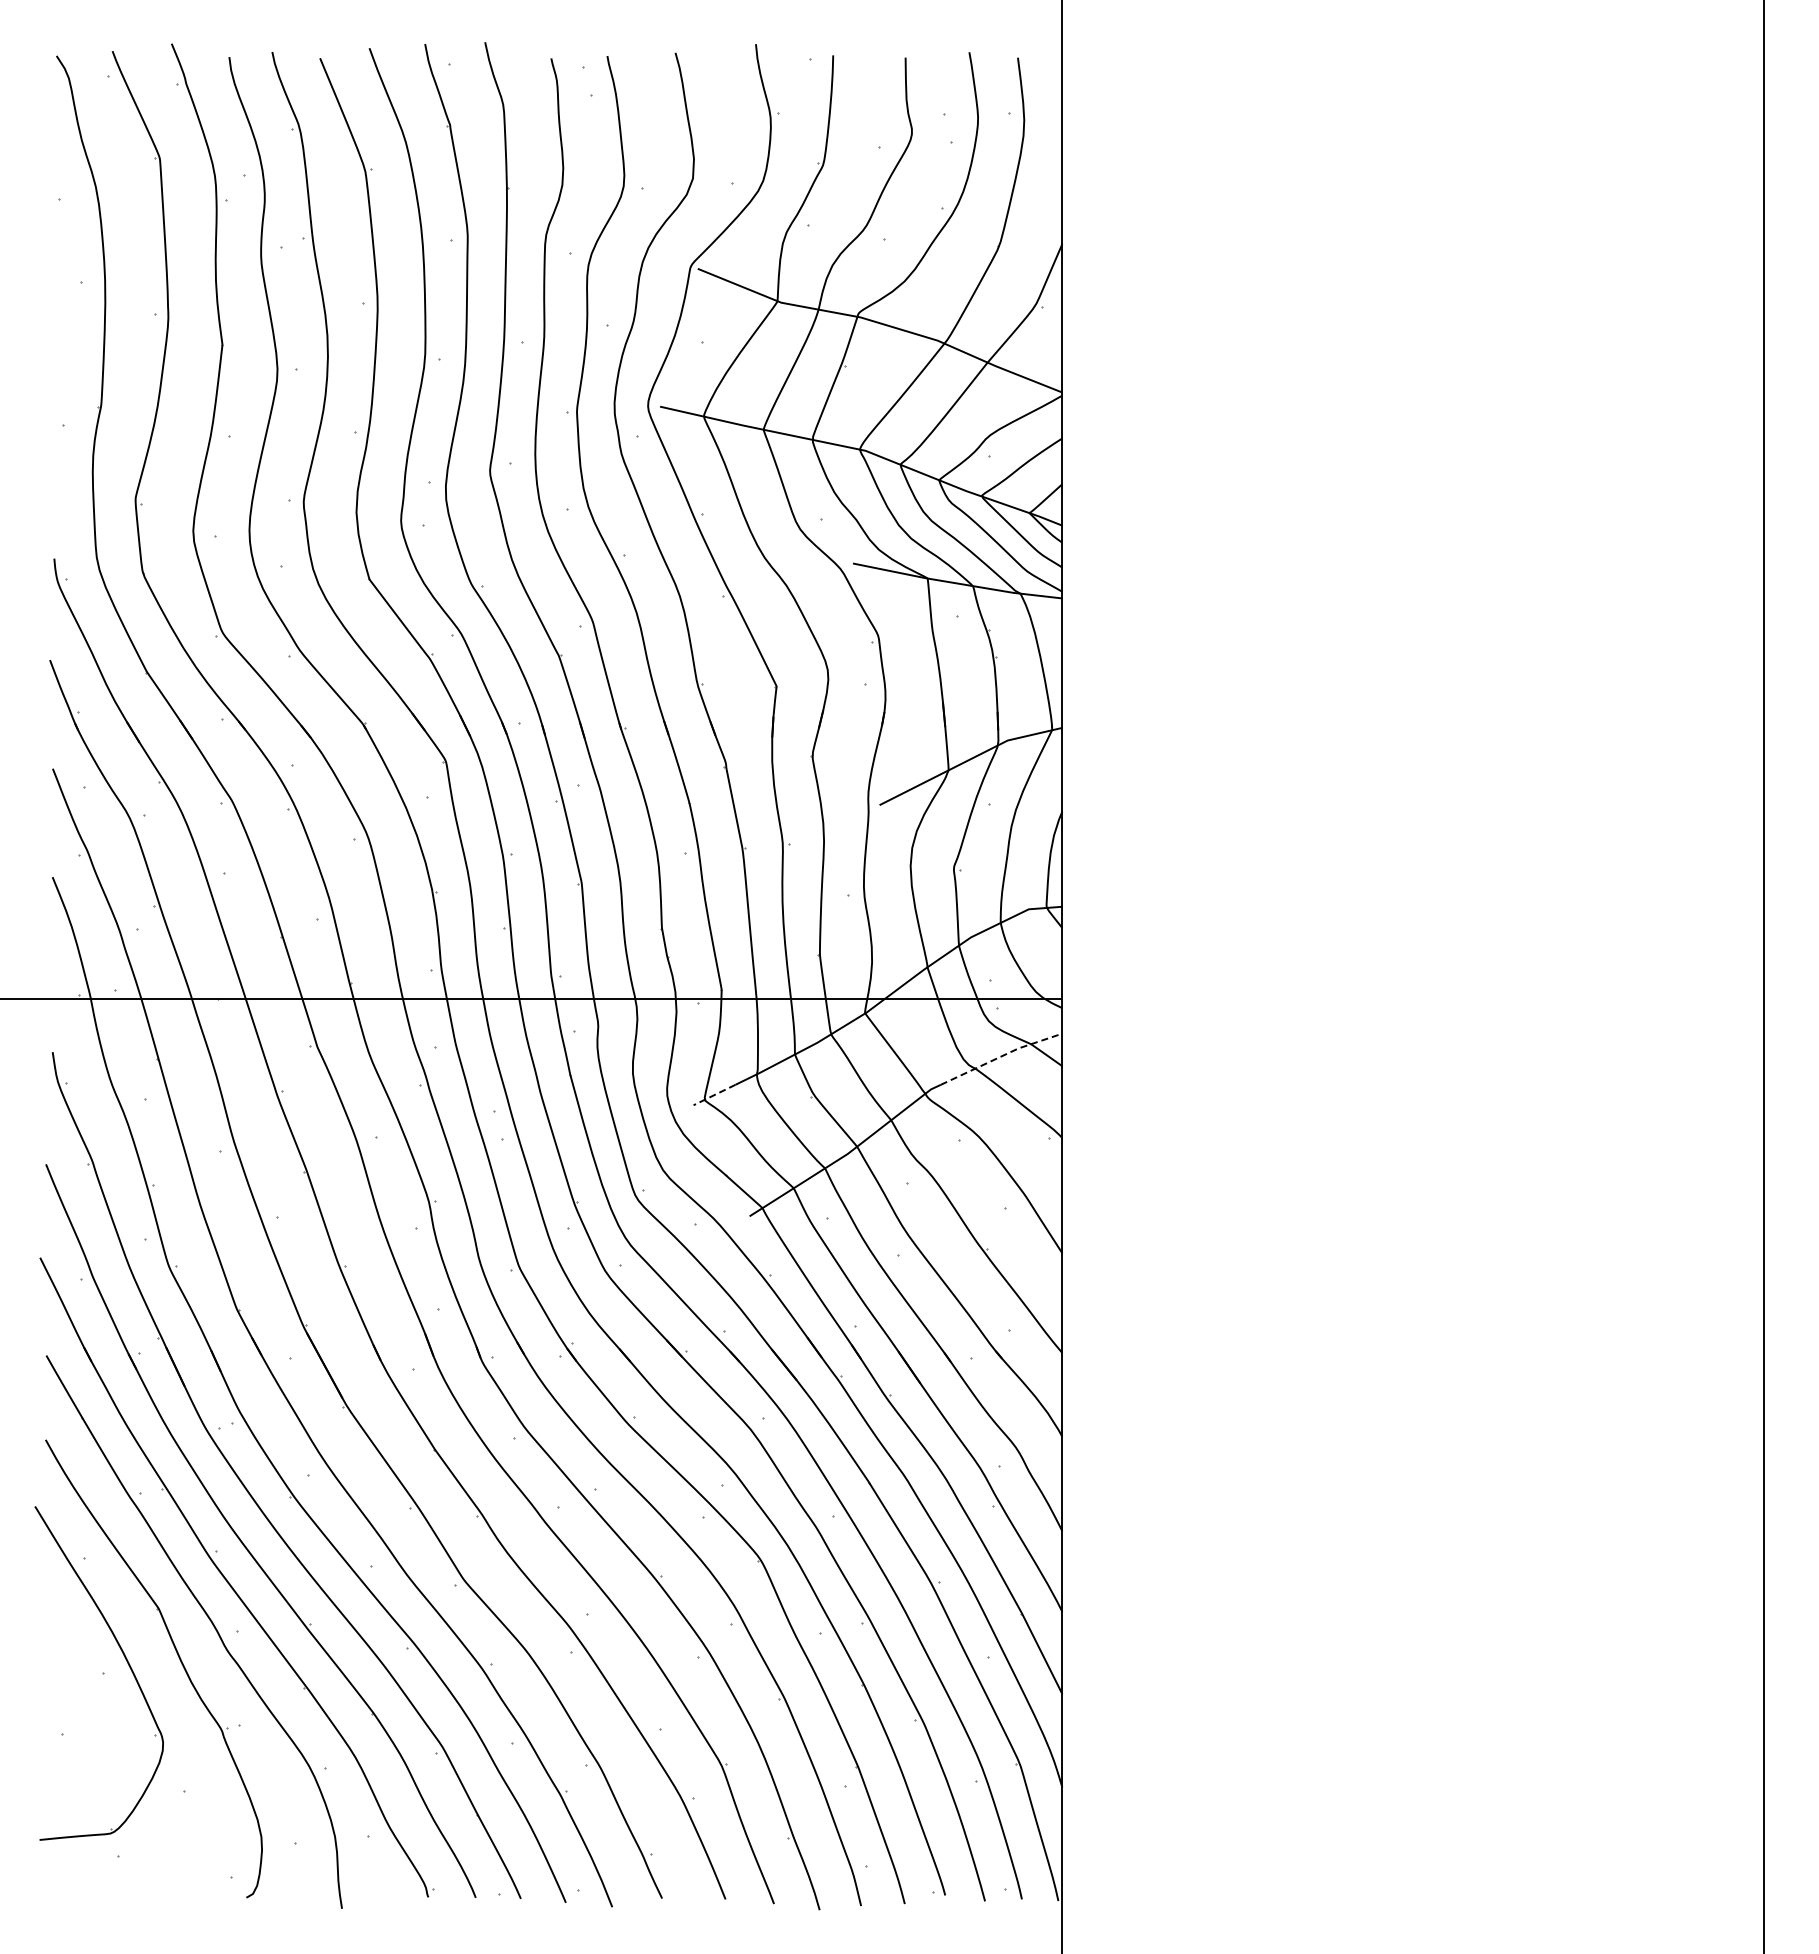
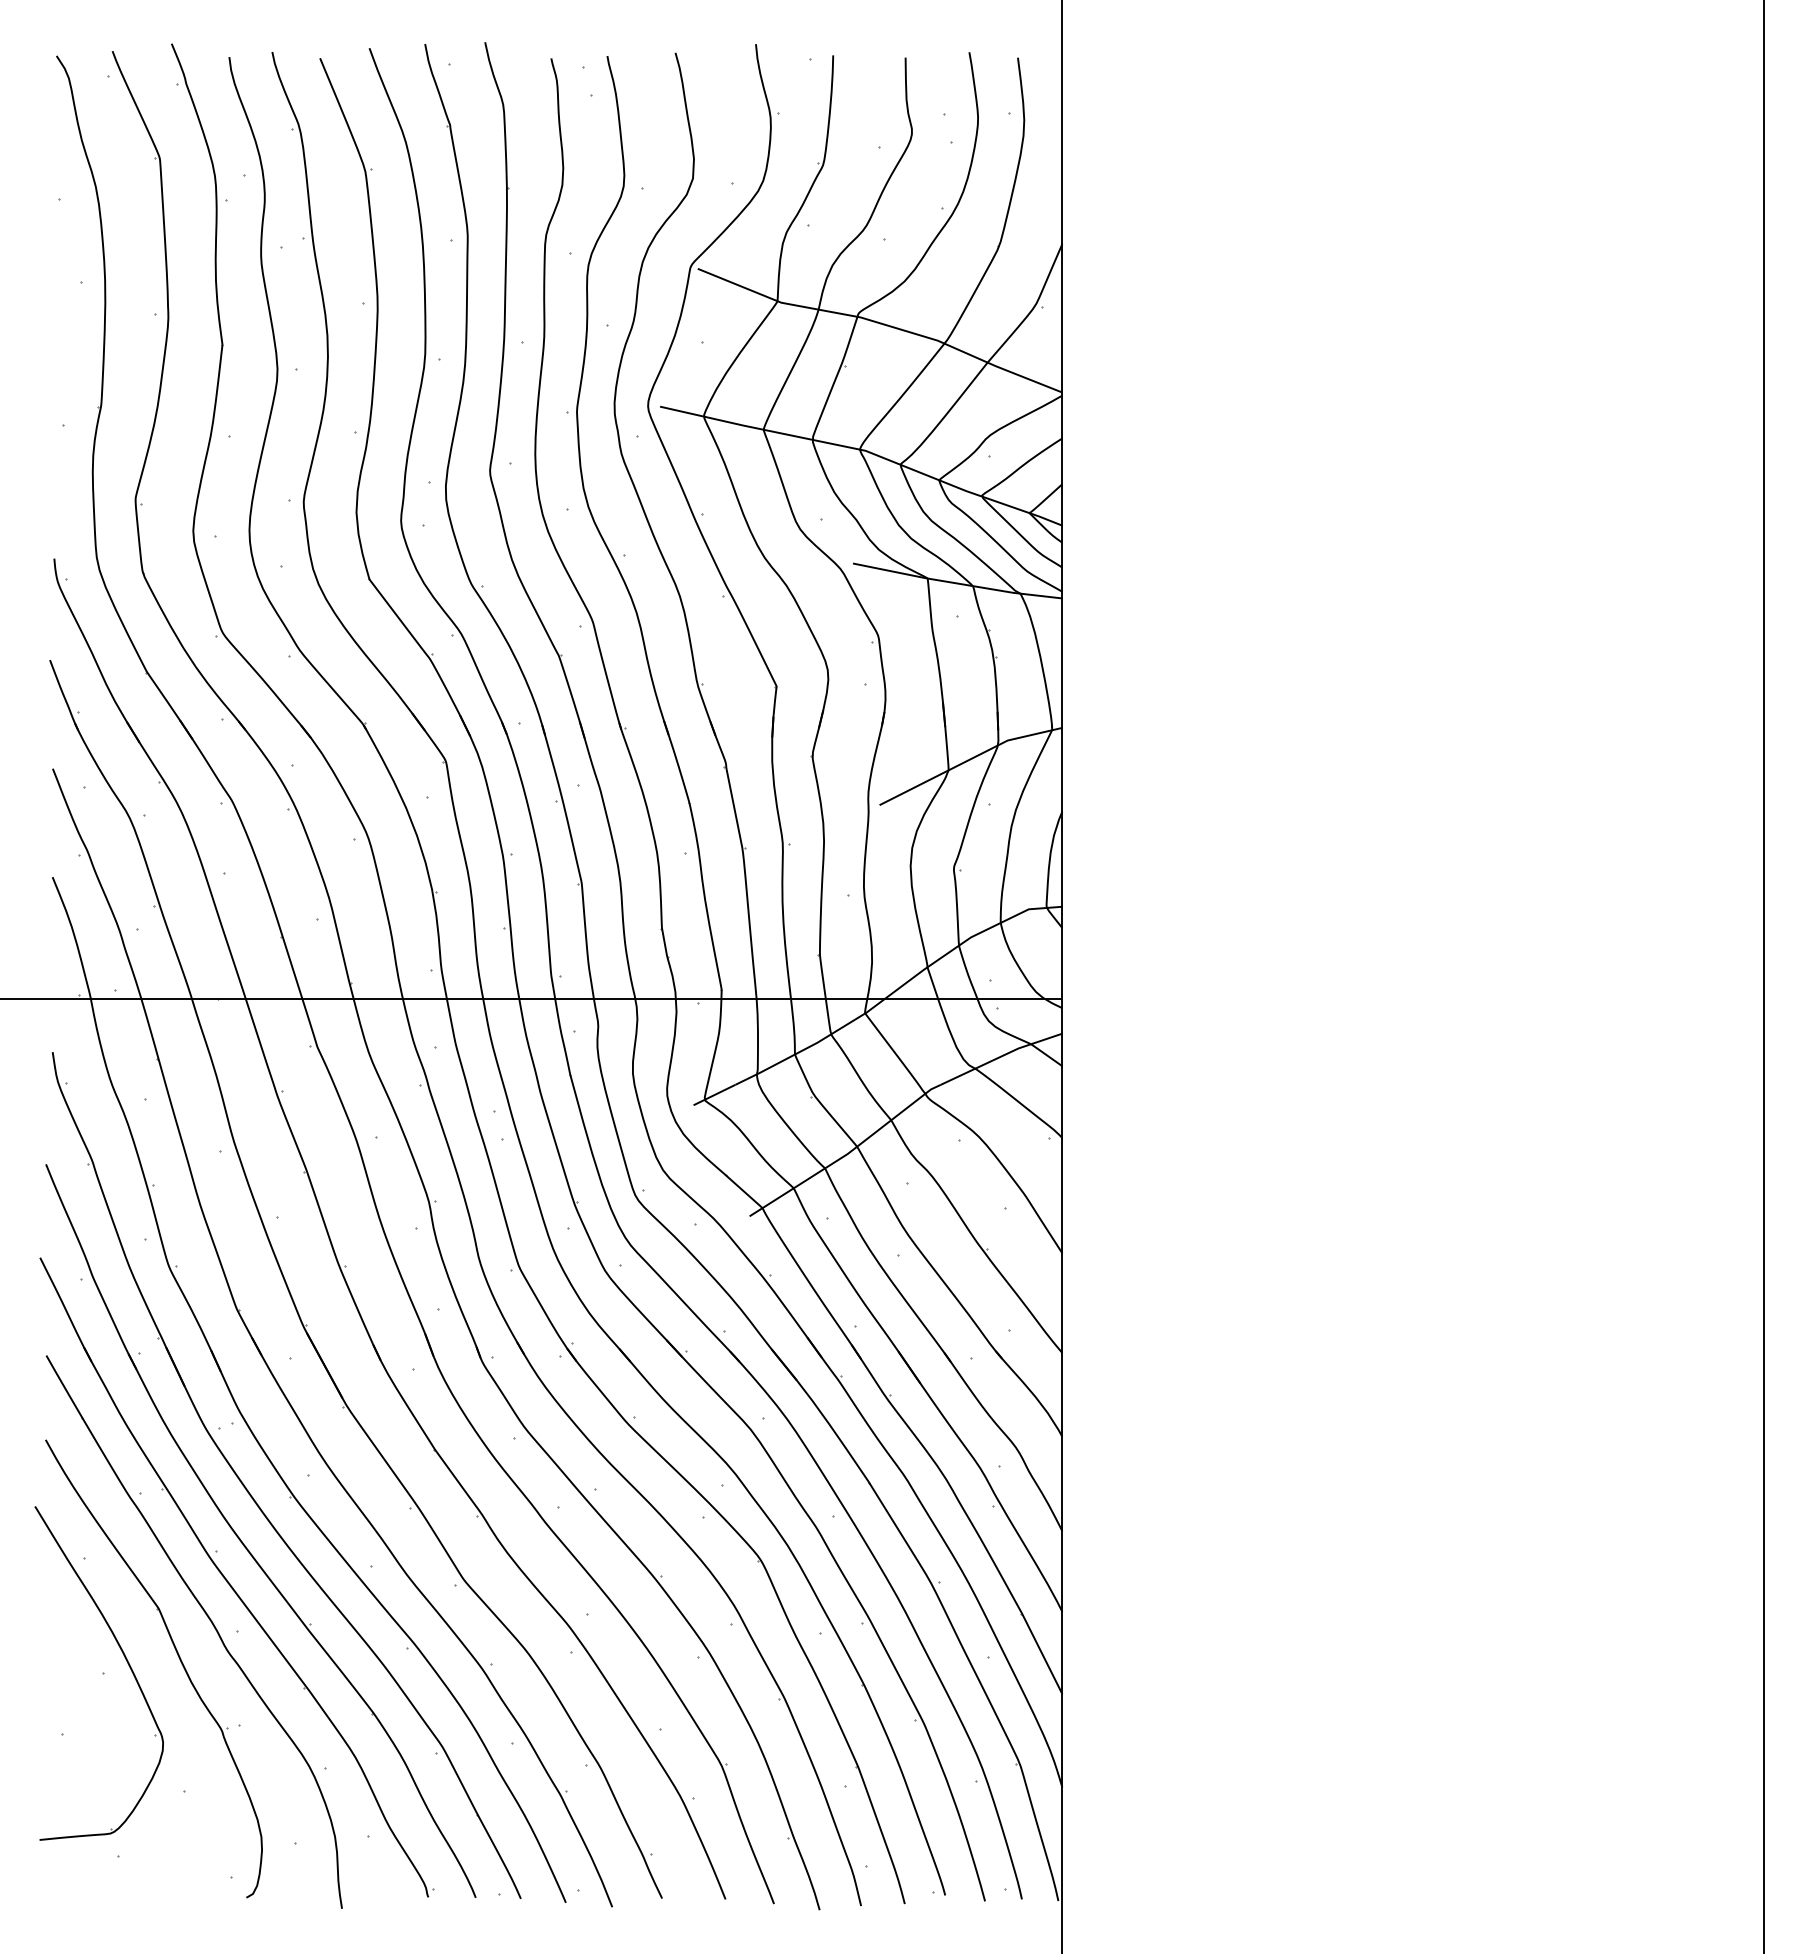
line at (1001, 1056): dashed -> solid
line at (714, 1095): dashed -> solid
